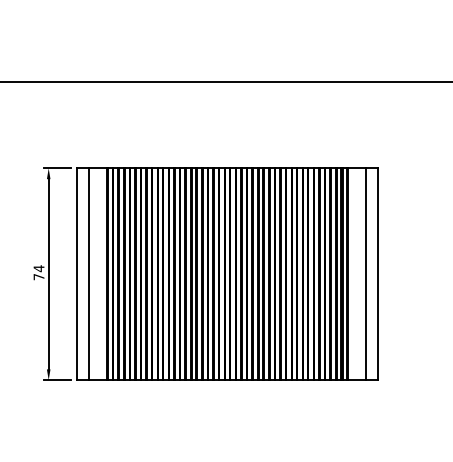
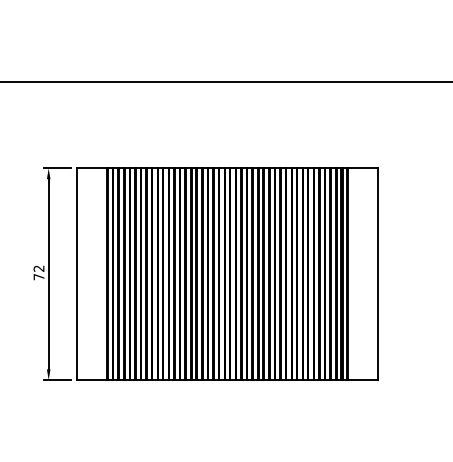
text at (38, 268): 74 -> 72
line at (89, 274): present -> none
line at (365, 274): present -> none
